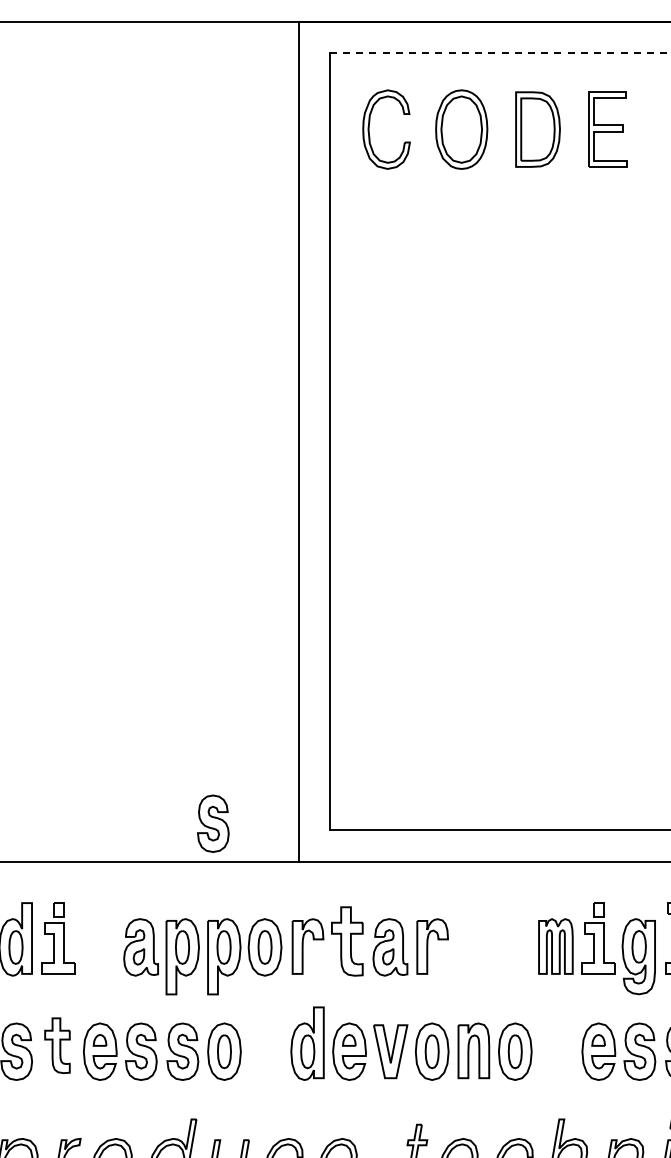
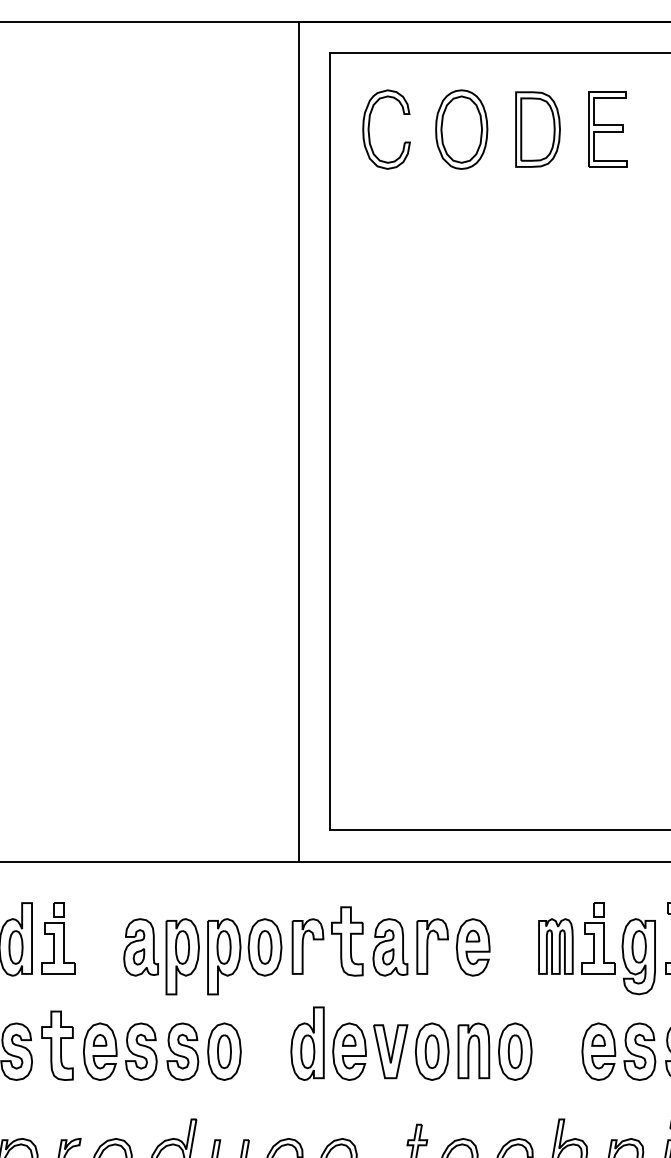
line at (500, 52): dashed -> solid
part at (213, 823): present -> none
part at (472, 947): none -> present
part at (57, 1045) size: 27x57 px -> 33x71 px
